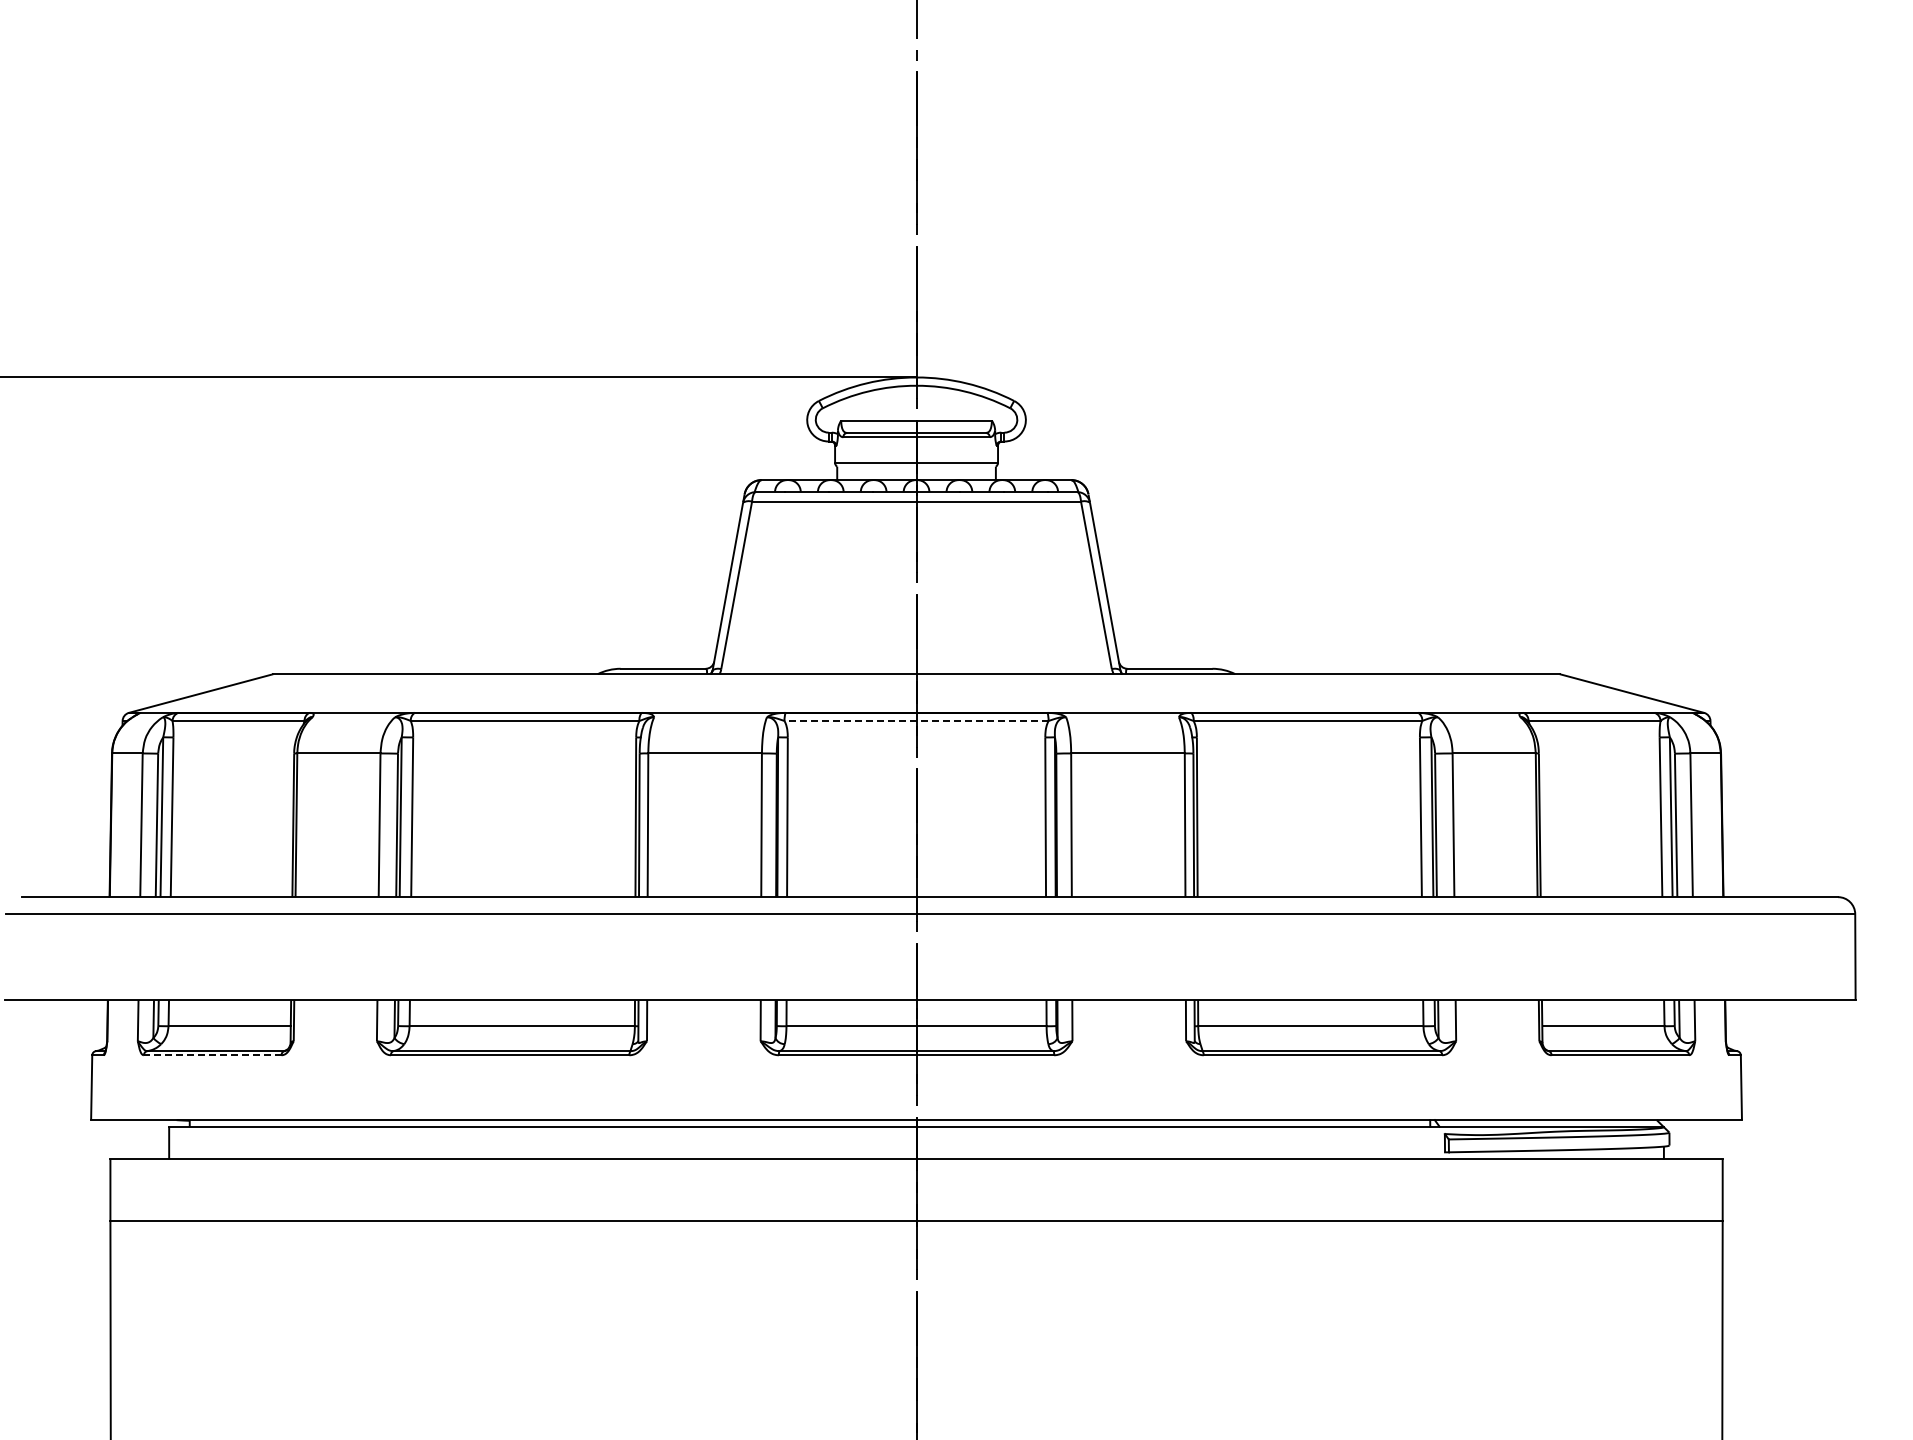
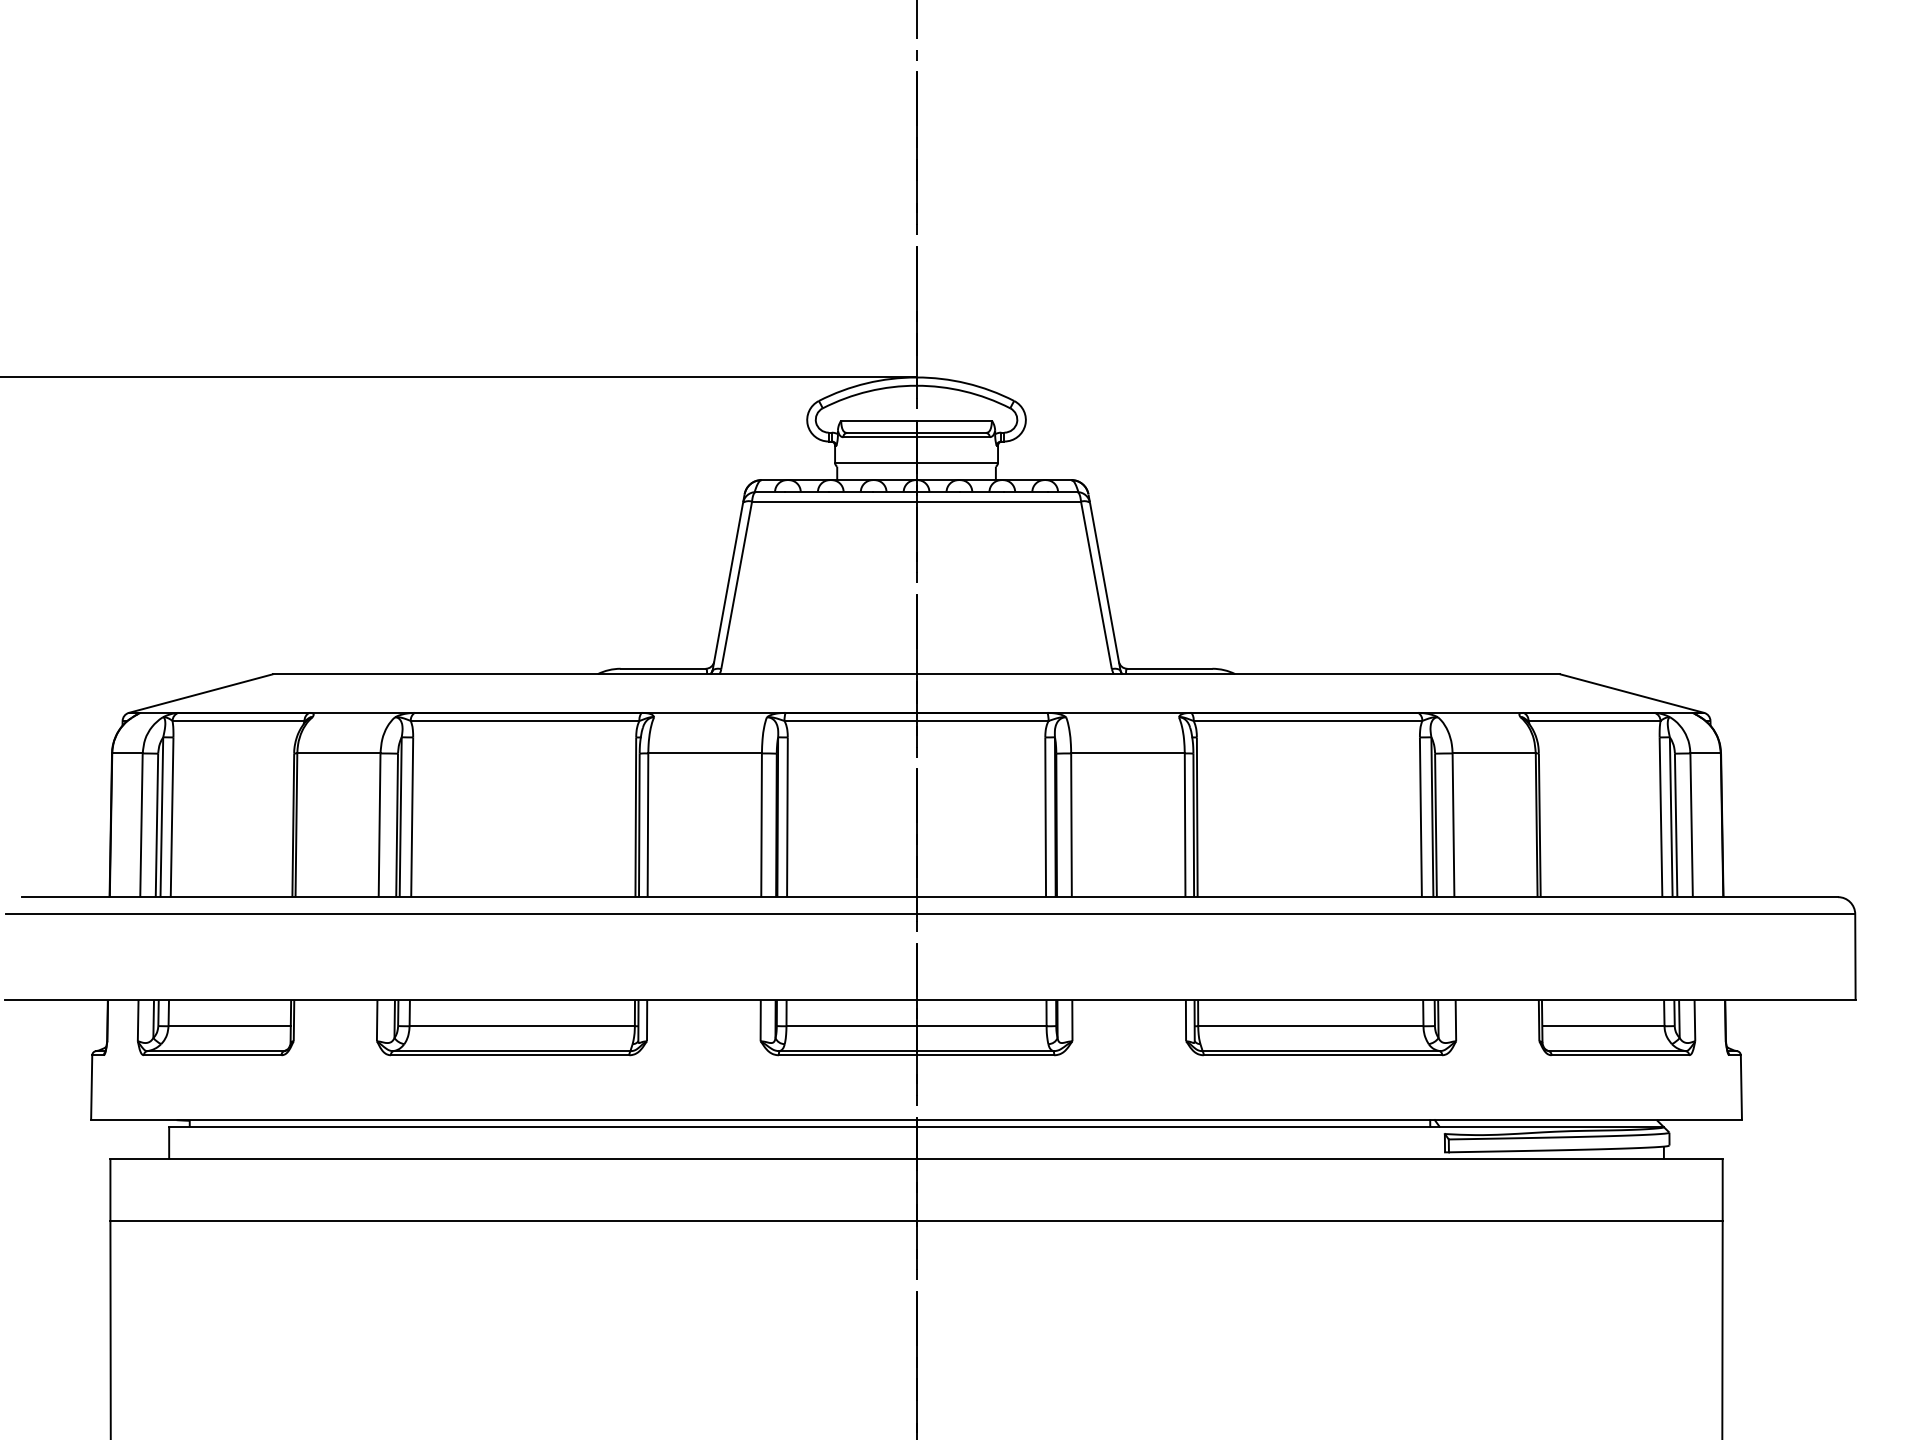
line at (916, 721): dashed -> solid
line at (212, 1055): dashed -> solid
